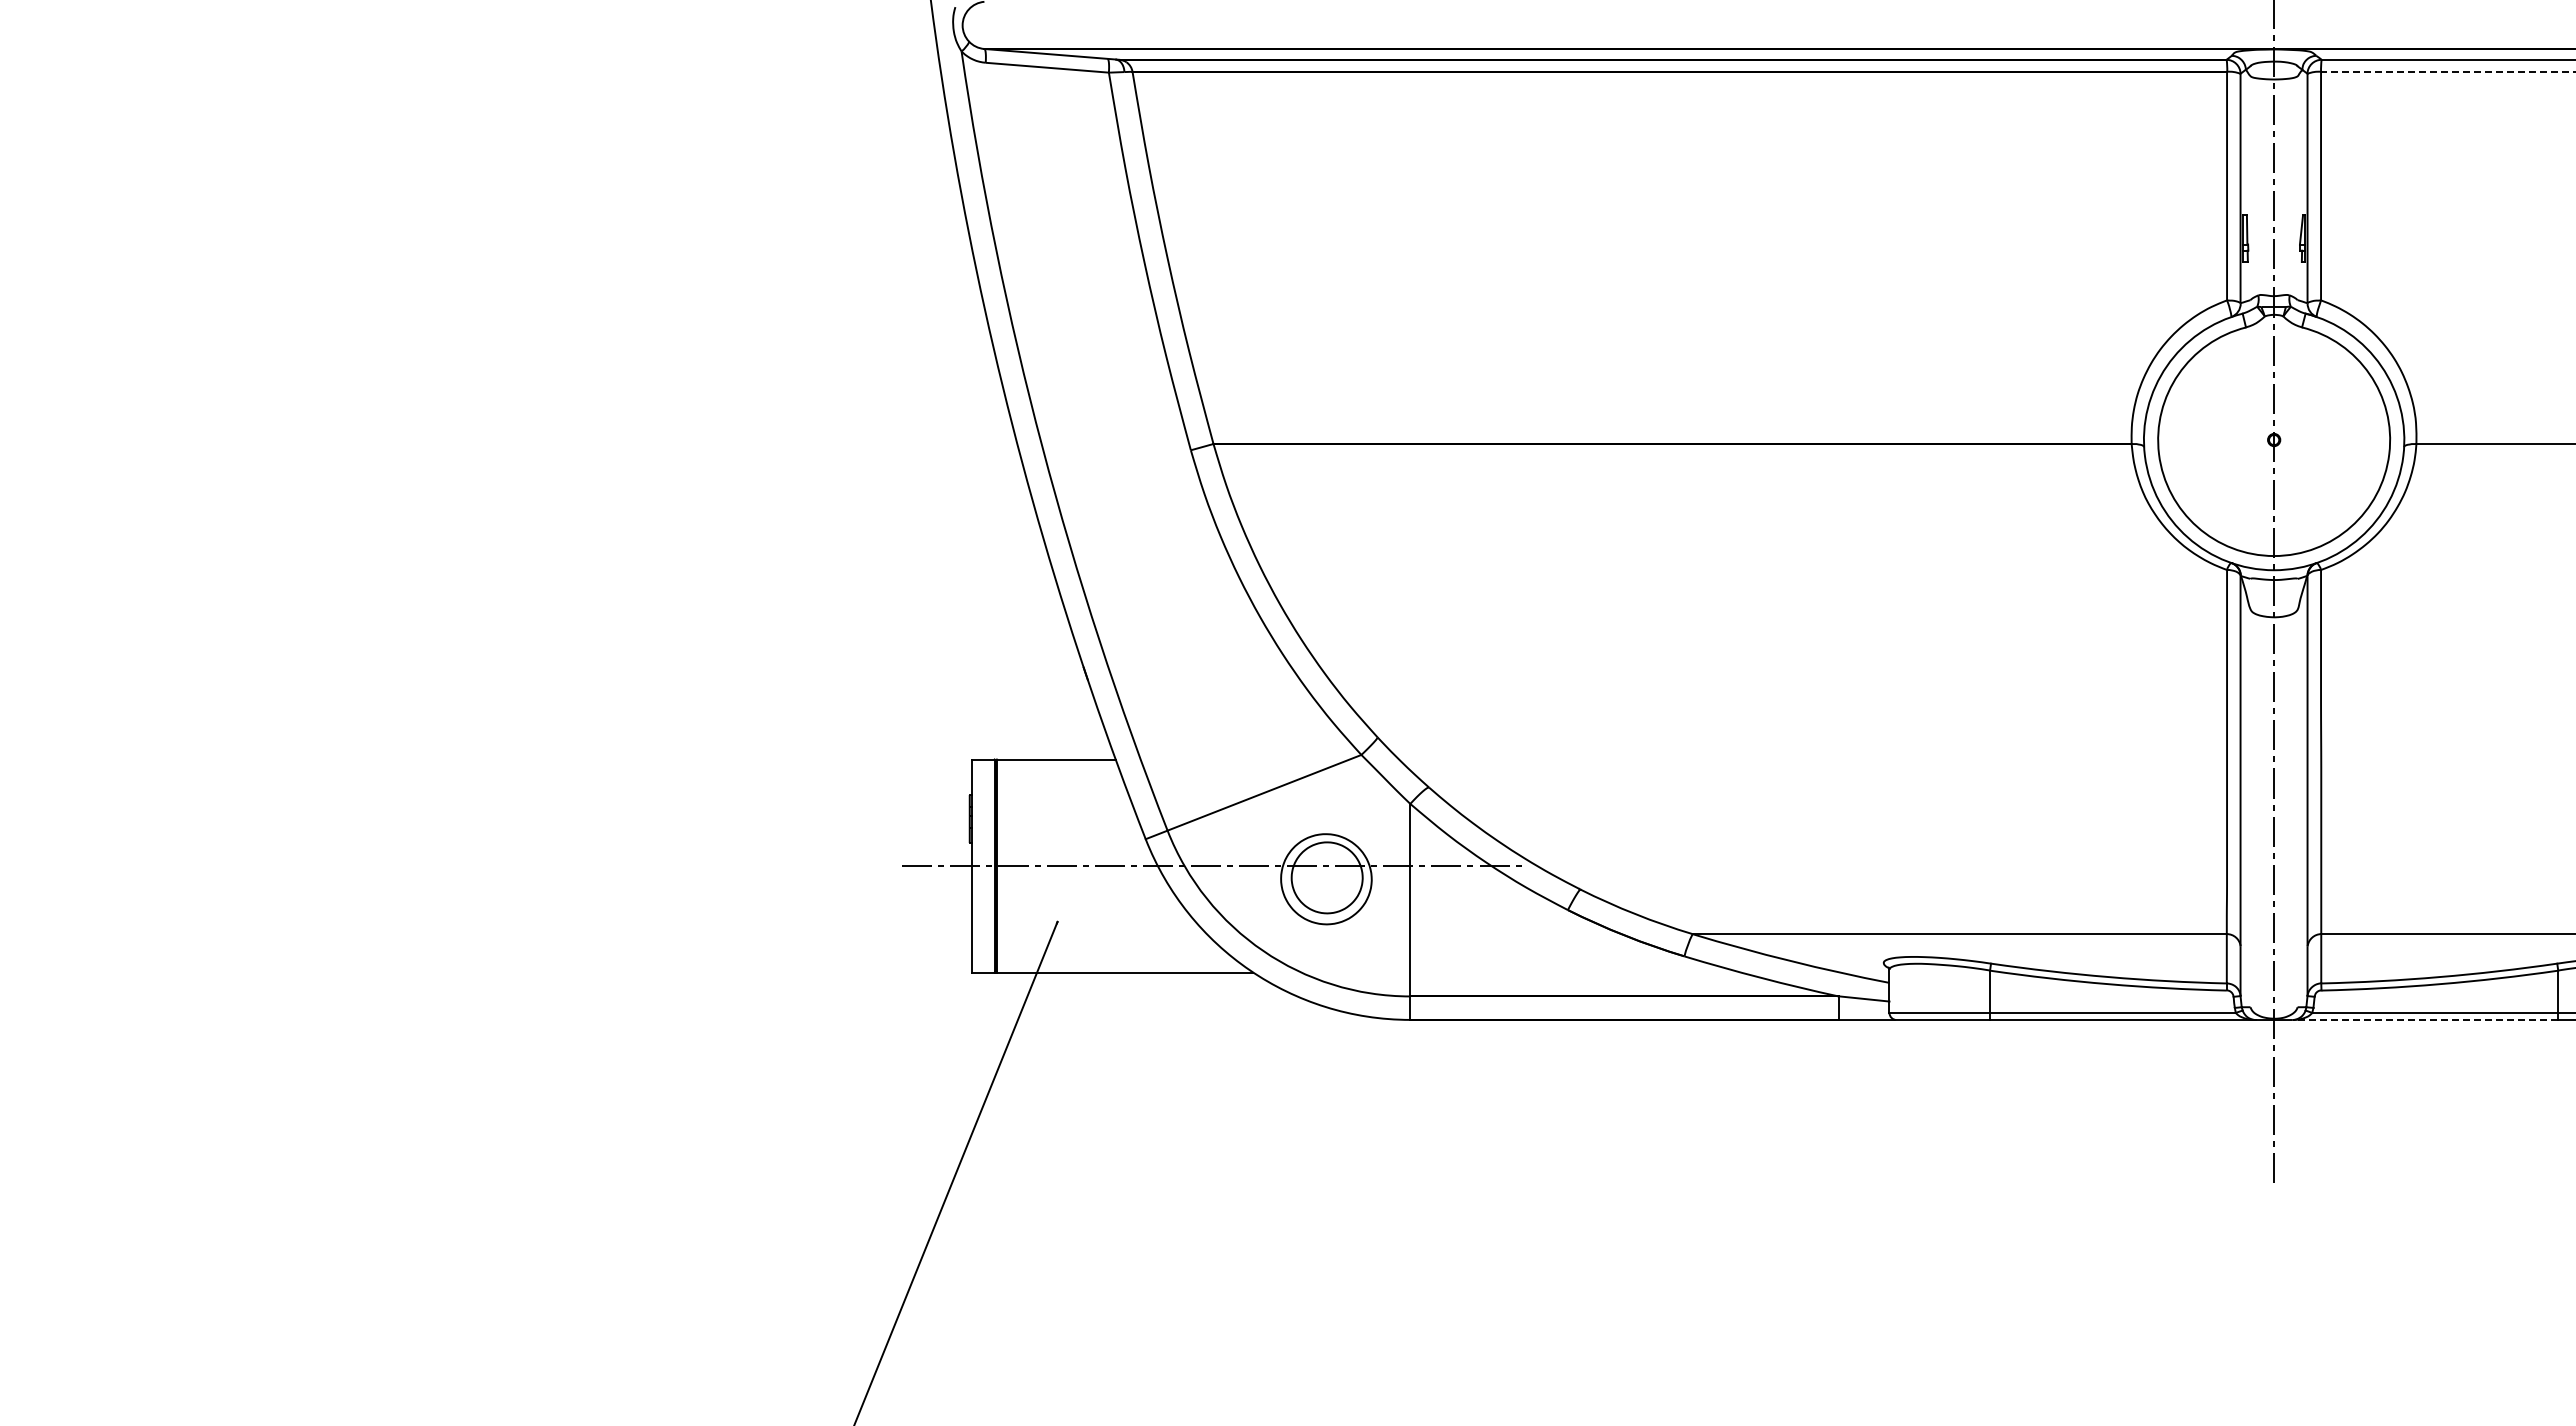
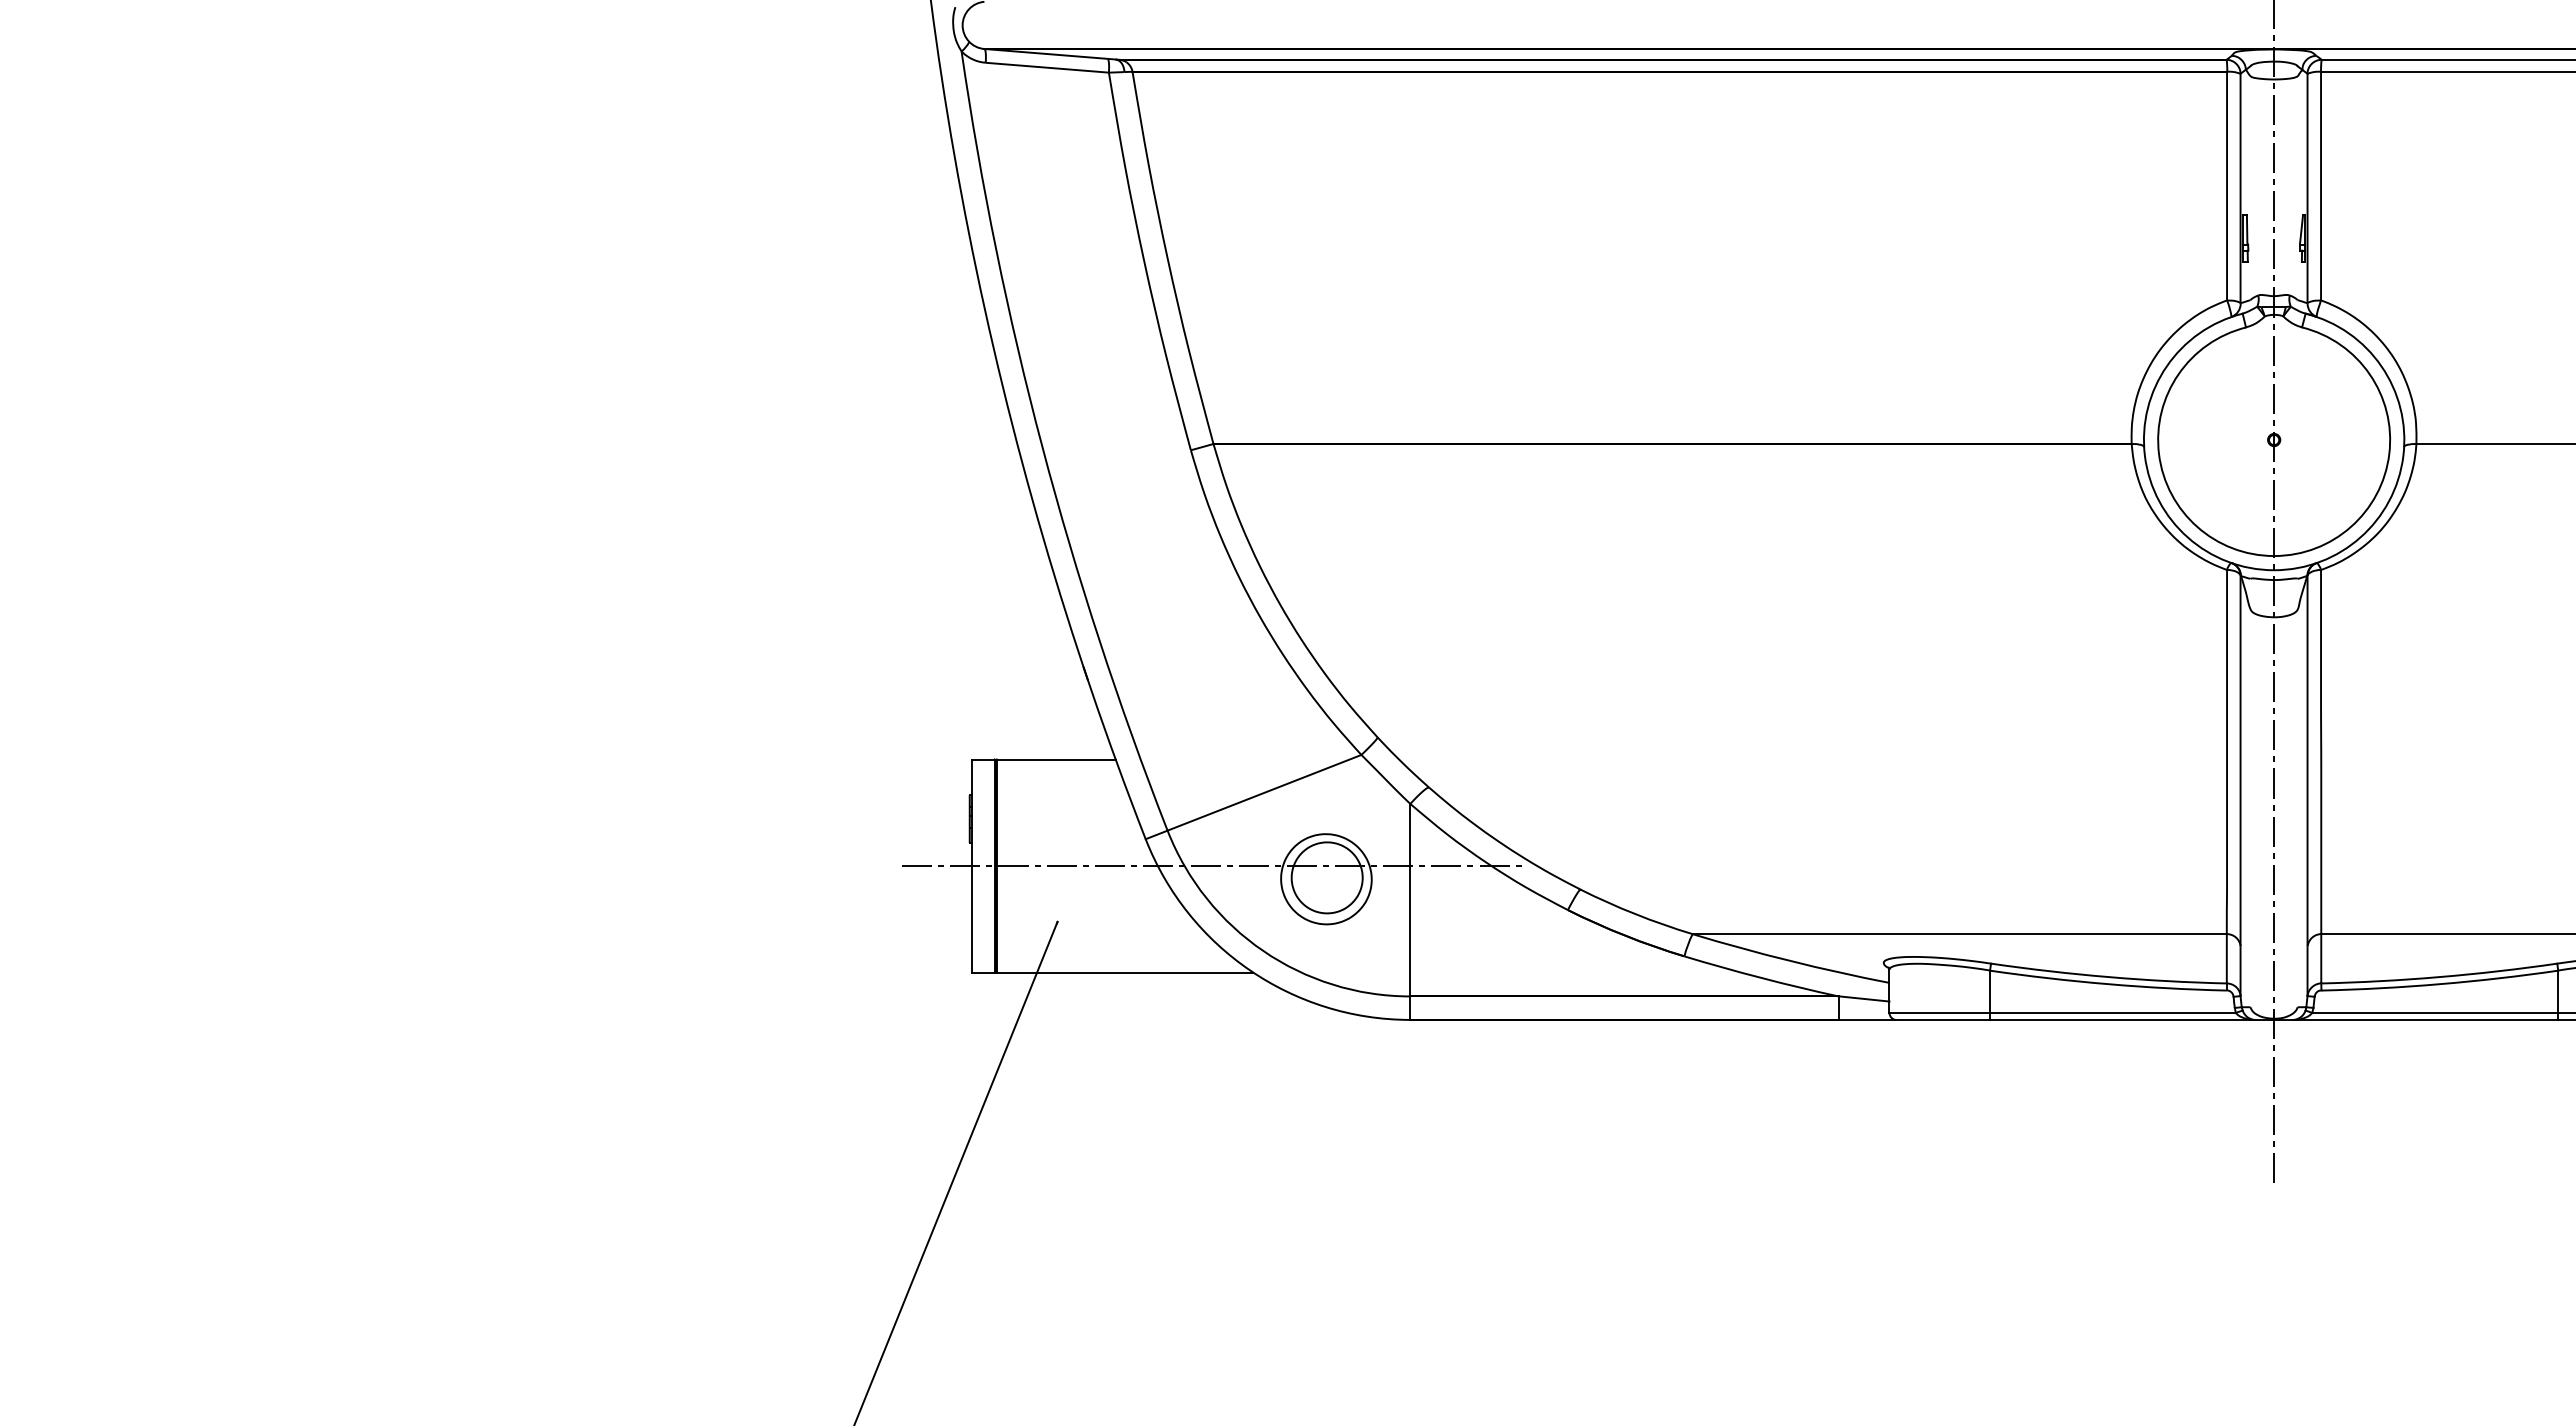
line at (2447, 71): dashed -> solid
line at (2425, 1020): dashed -> solid
